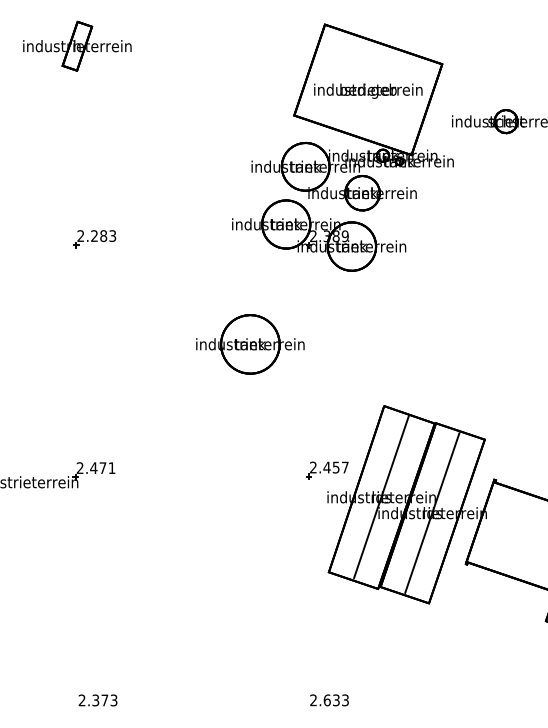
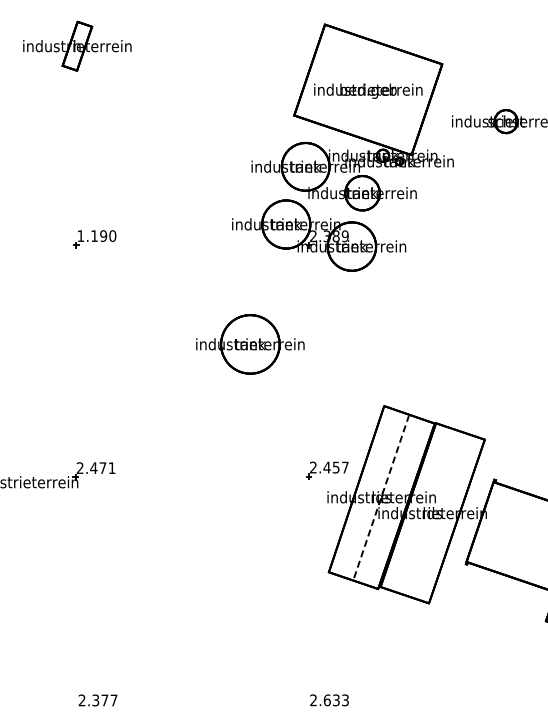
text at (96, 235): 2.283 -> 1.190
line at (381, 497): solid -> dashed
line at (432, 512): present -> none
text at (113, 700): 2.373 -> 2.377
